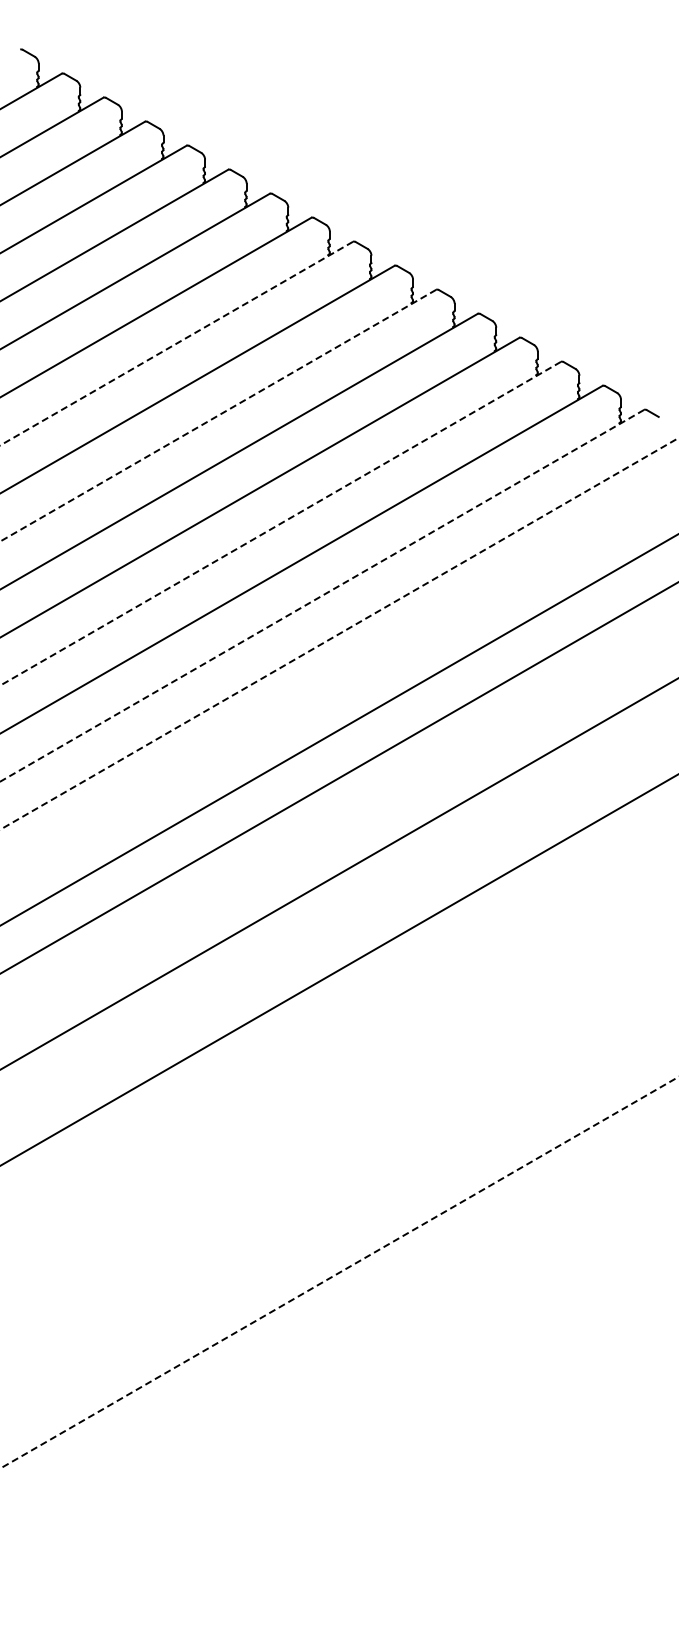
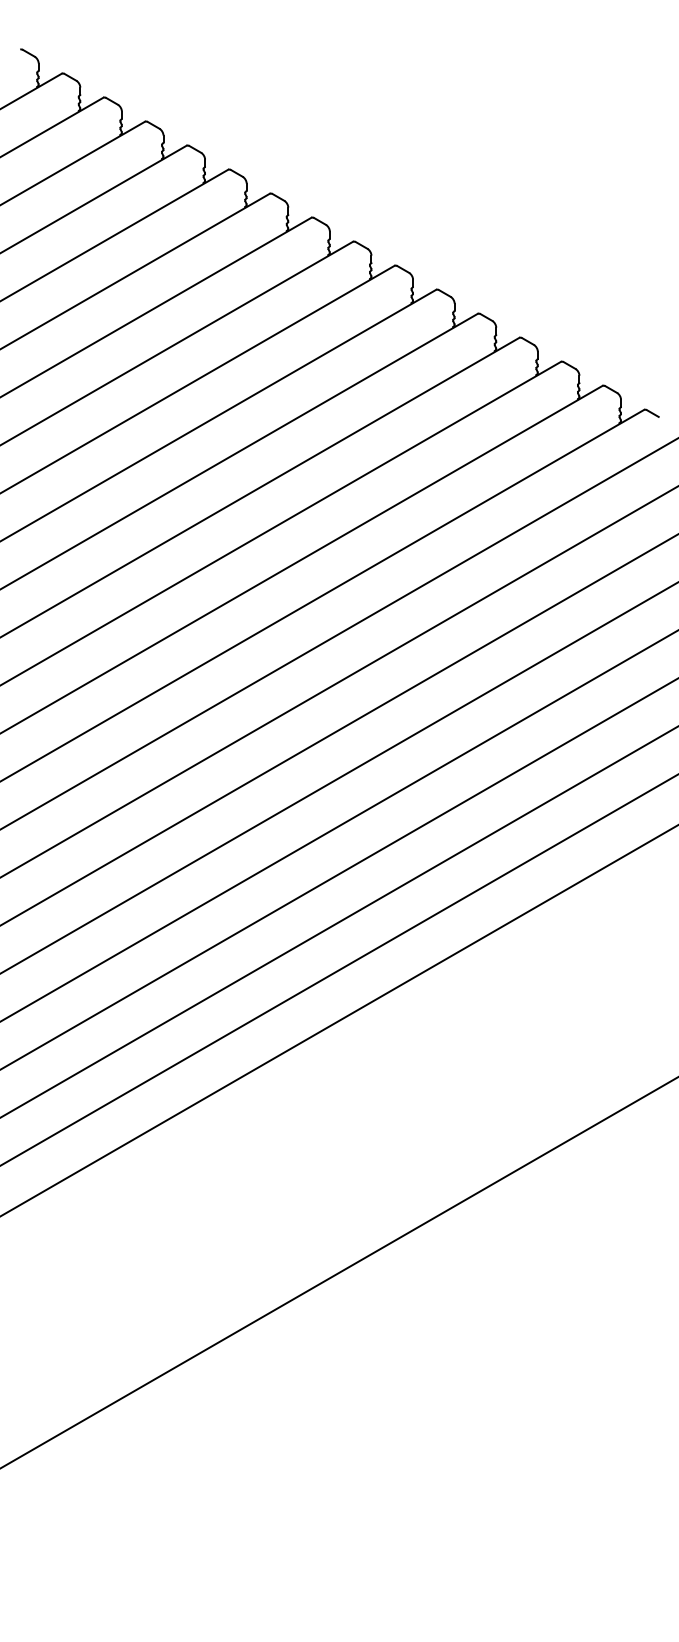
line at (176, 343): dashed -> solid
line at (218, 415): dashed -> solid
line at (280, 523): dashed -> solid
line at (322, 595): dashed -> solid
line at (339, 633): dashed -> solid
line at (338, 681): none -> present
line at (338, 826): none -> present
line at (338, 922): none -> present
line at (338, 1020): none -> present
line at (339, 1272): dashed -> solid
